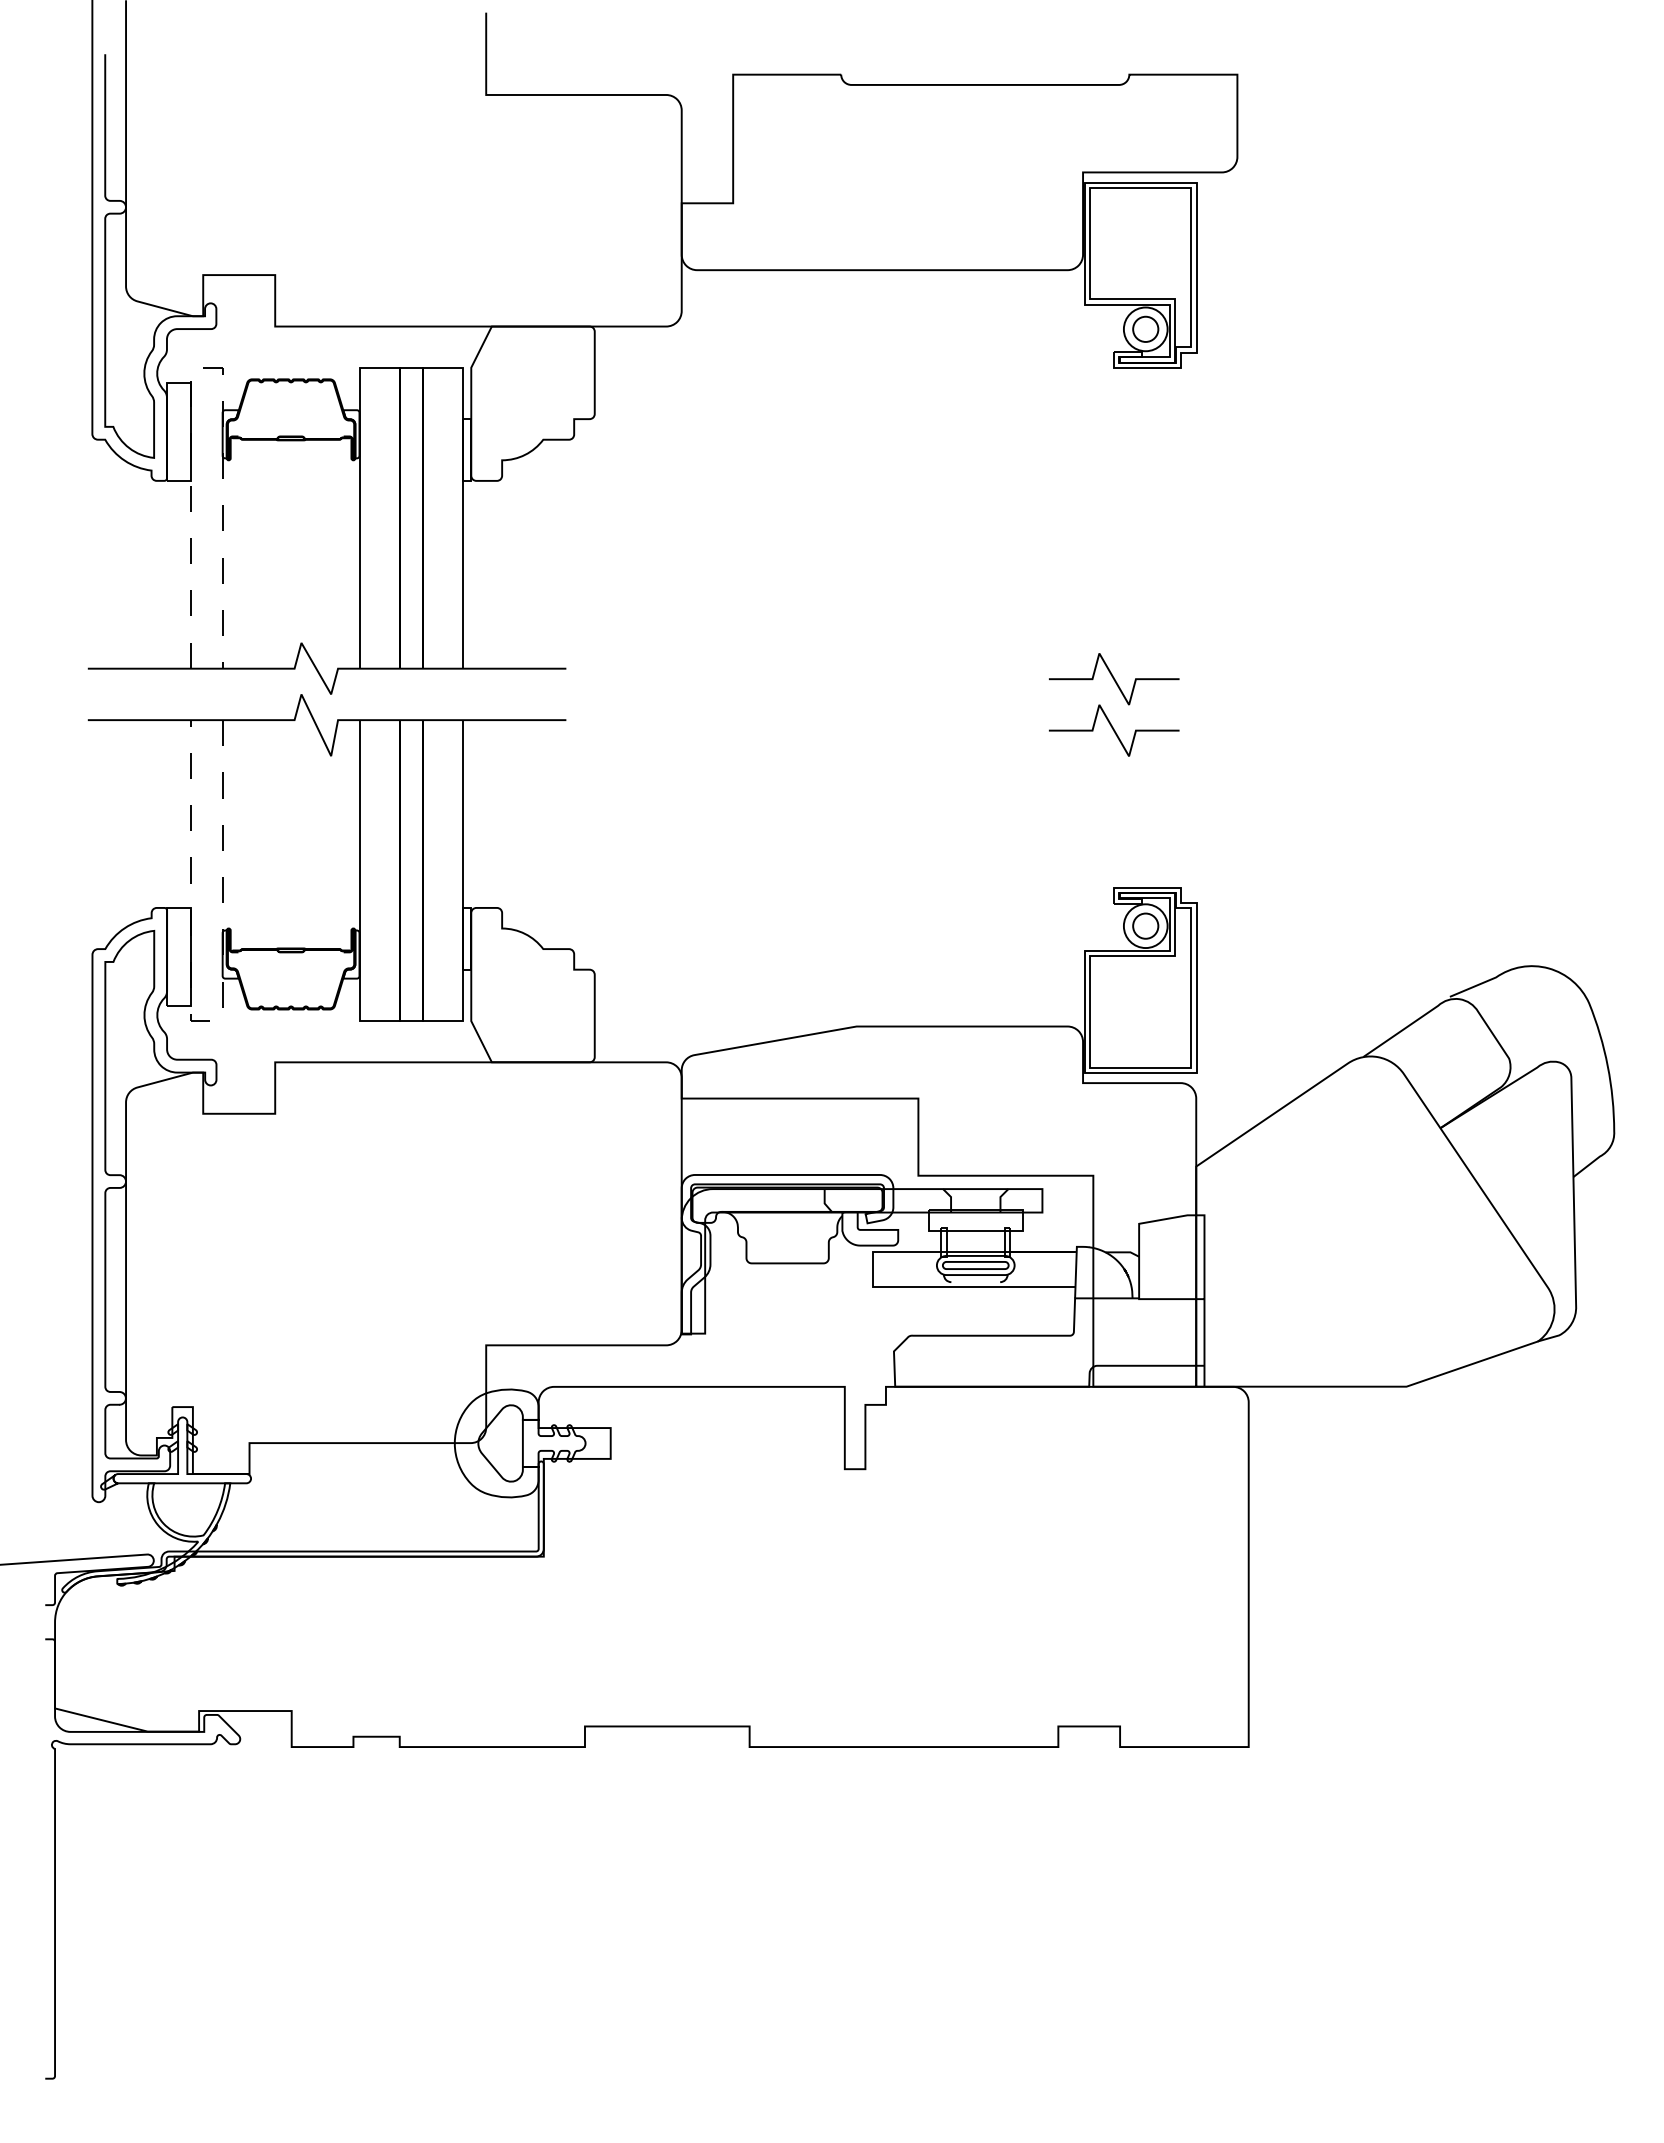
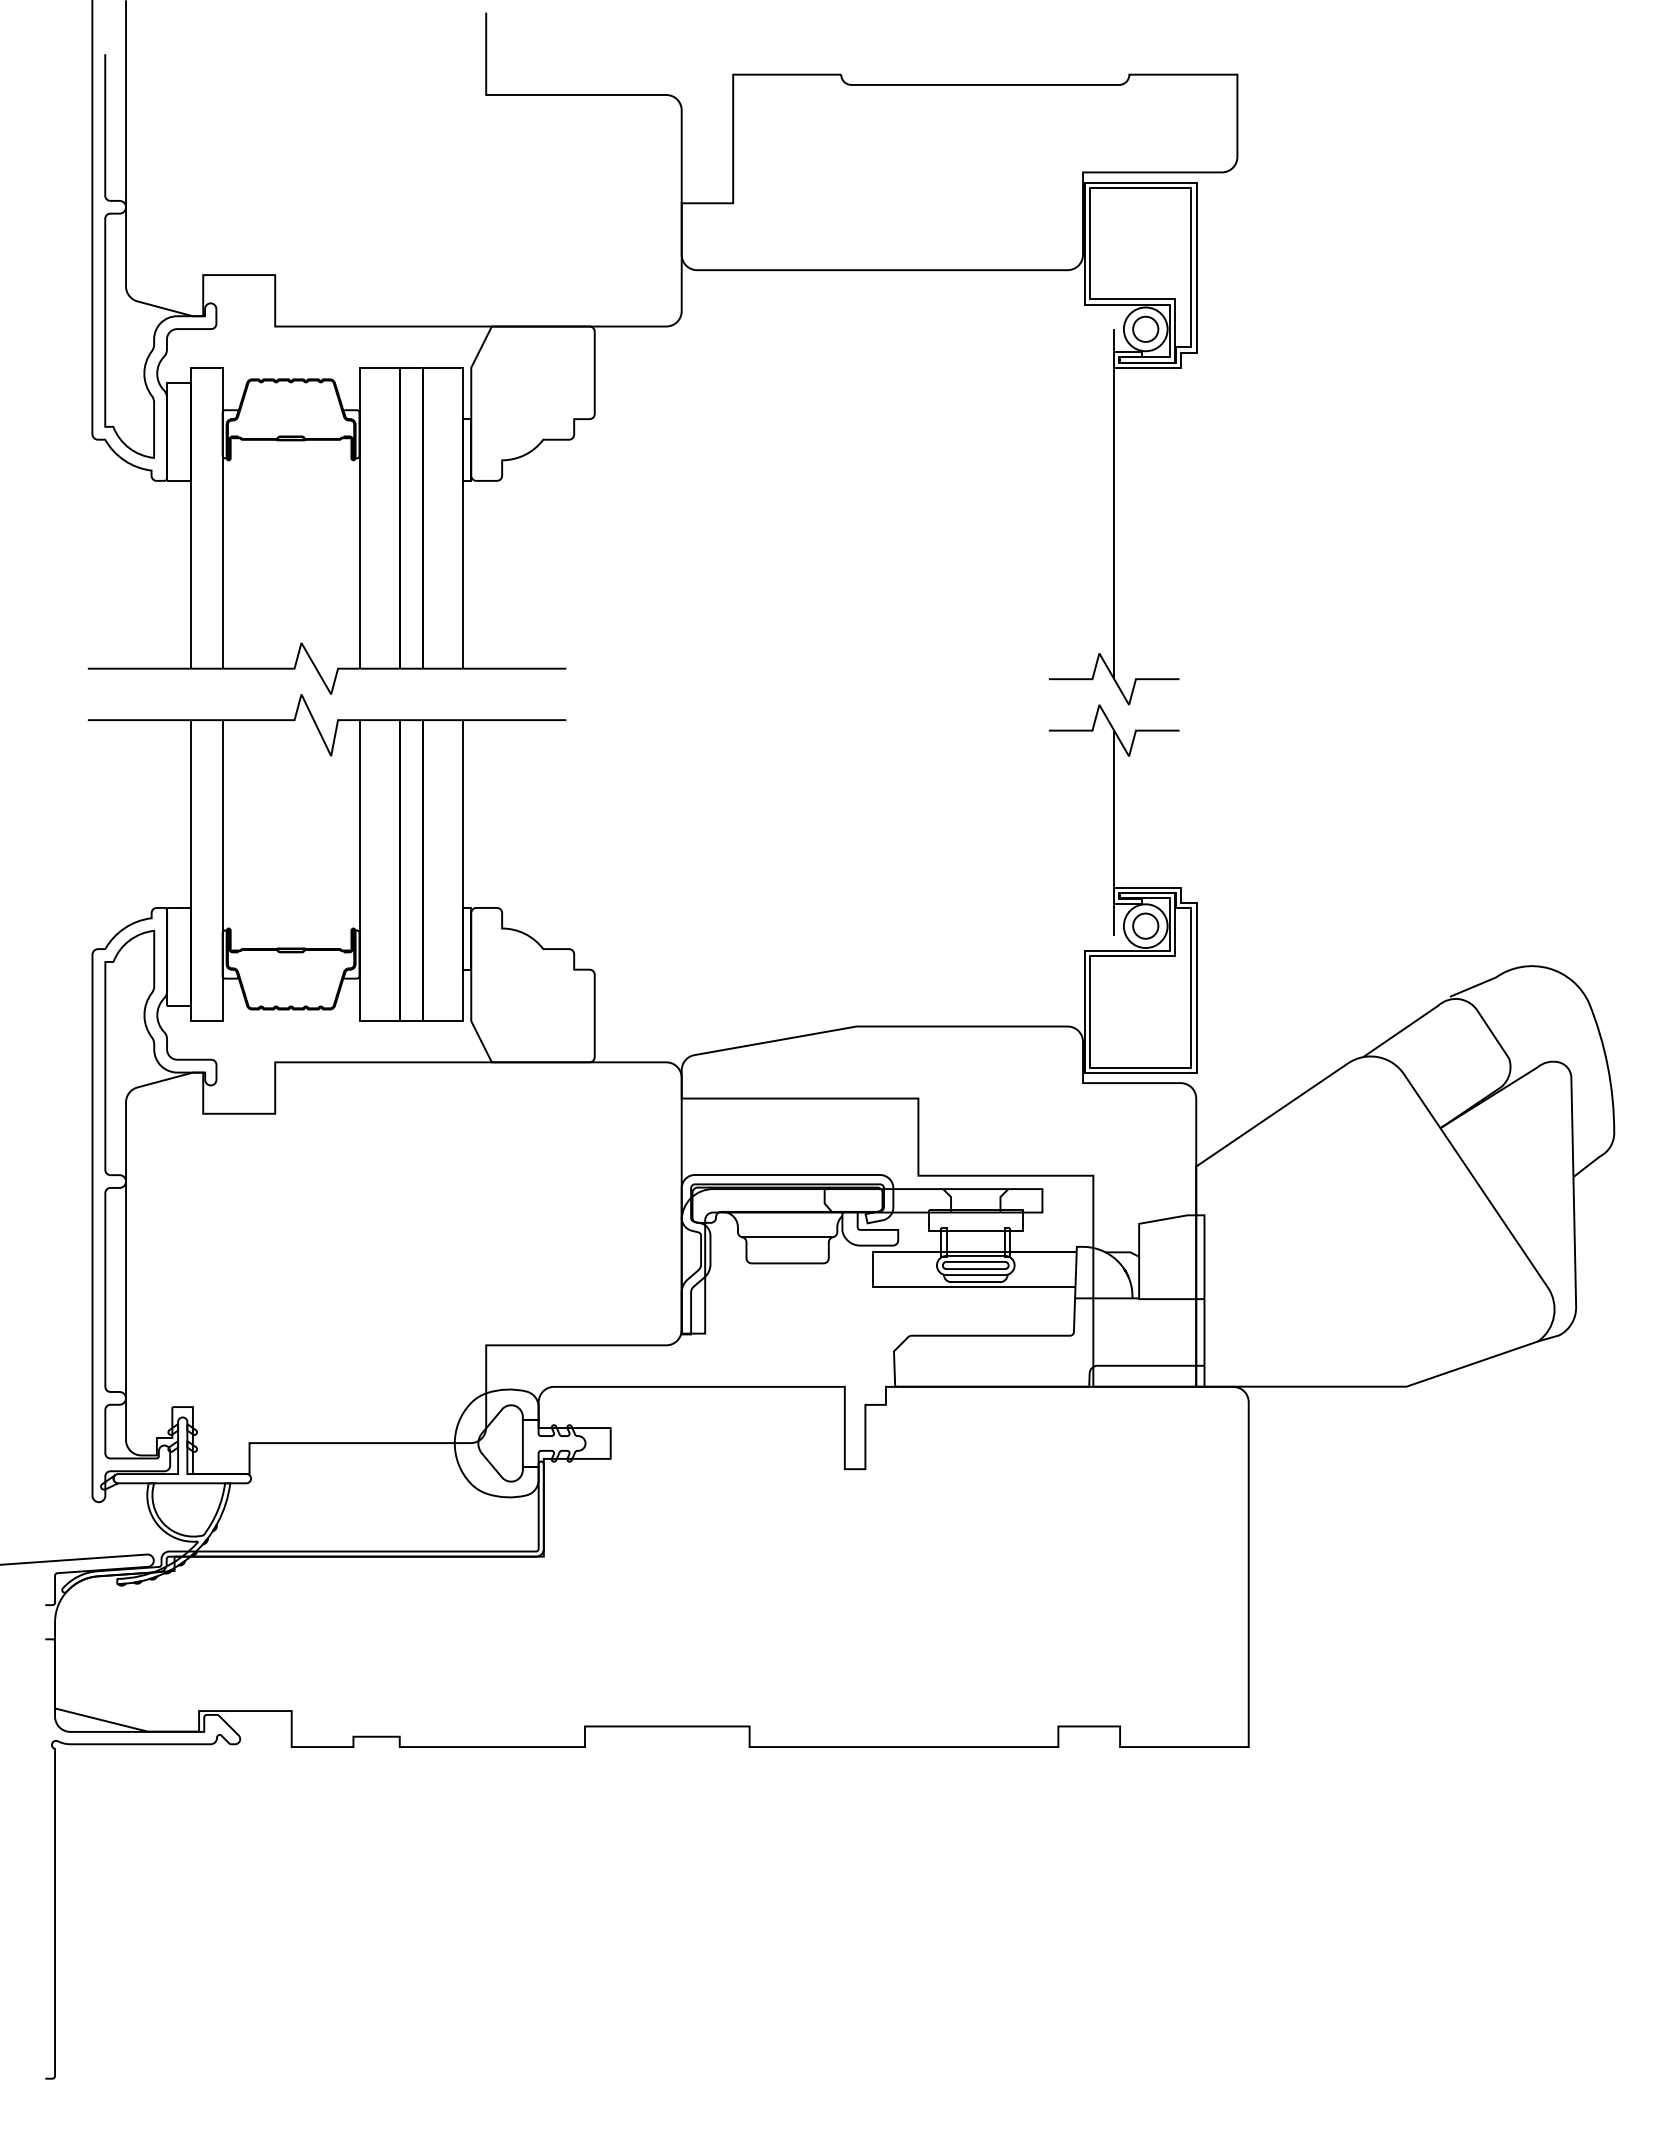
line at (206, 367): dashed -> solid
line at (1114, 504): none -> present
line at (1114, 833): none -> present
line at (206, 1021): dashed -> solid
line at (787, 1237): none -> present
line at (975, 1282): none -> present
